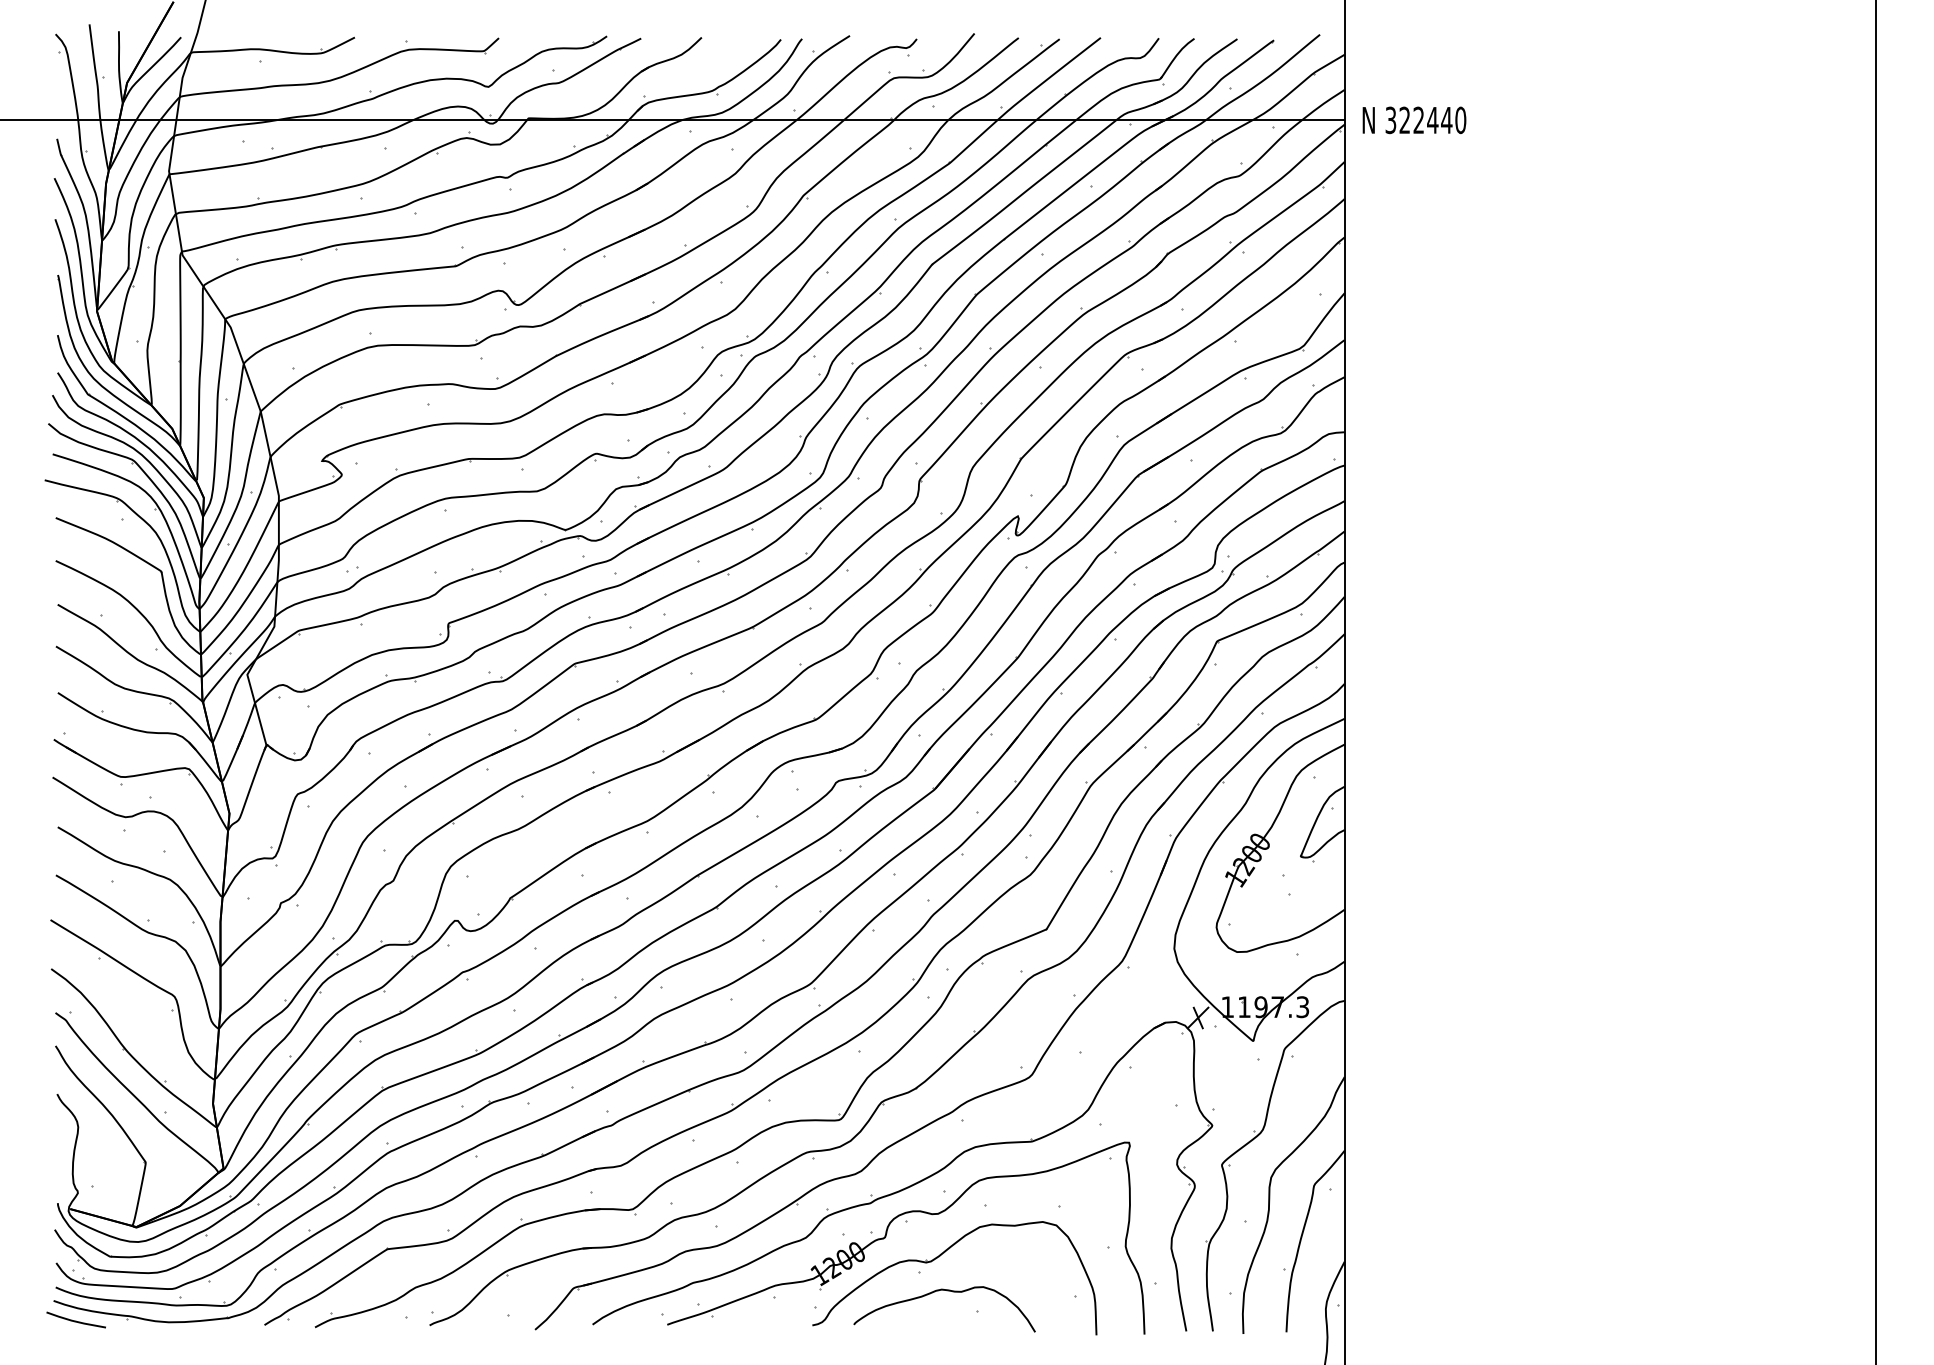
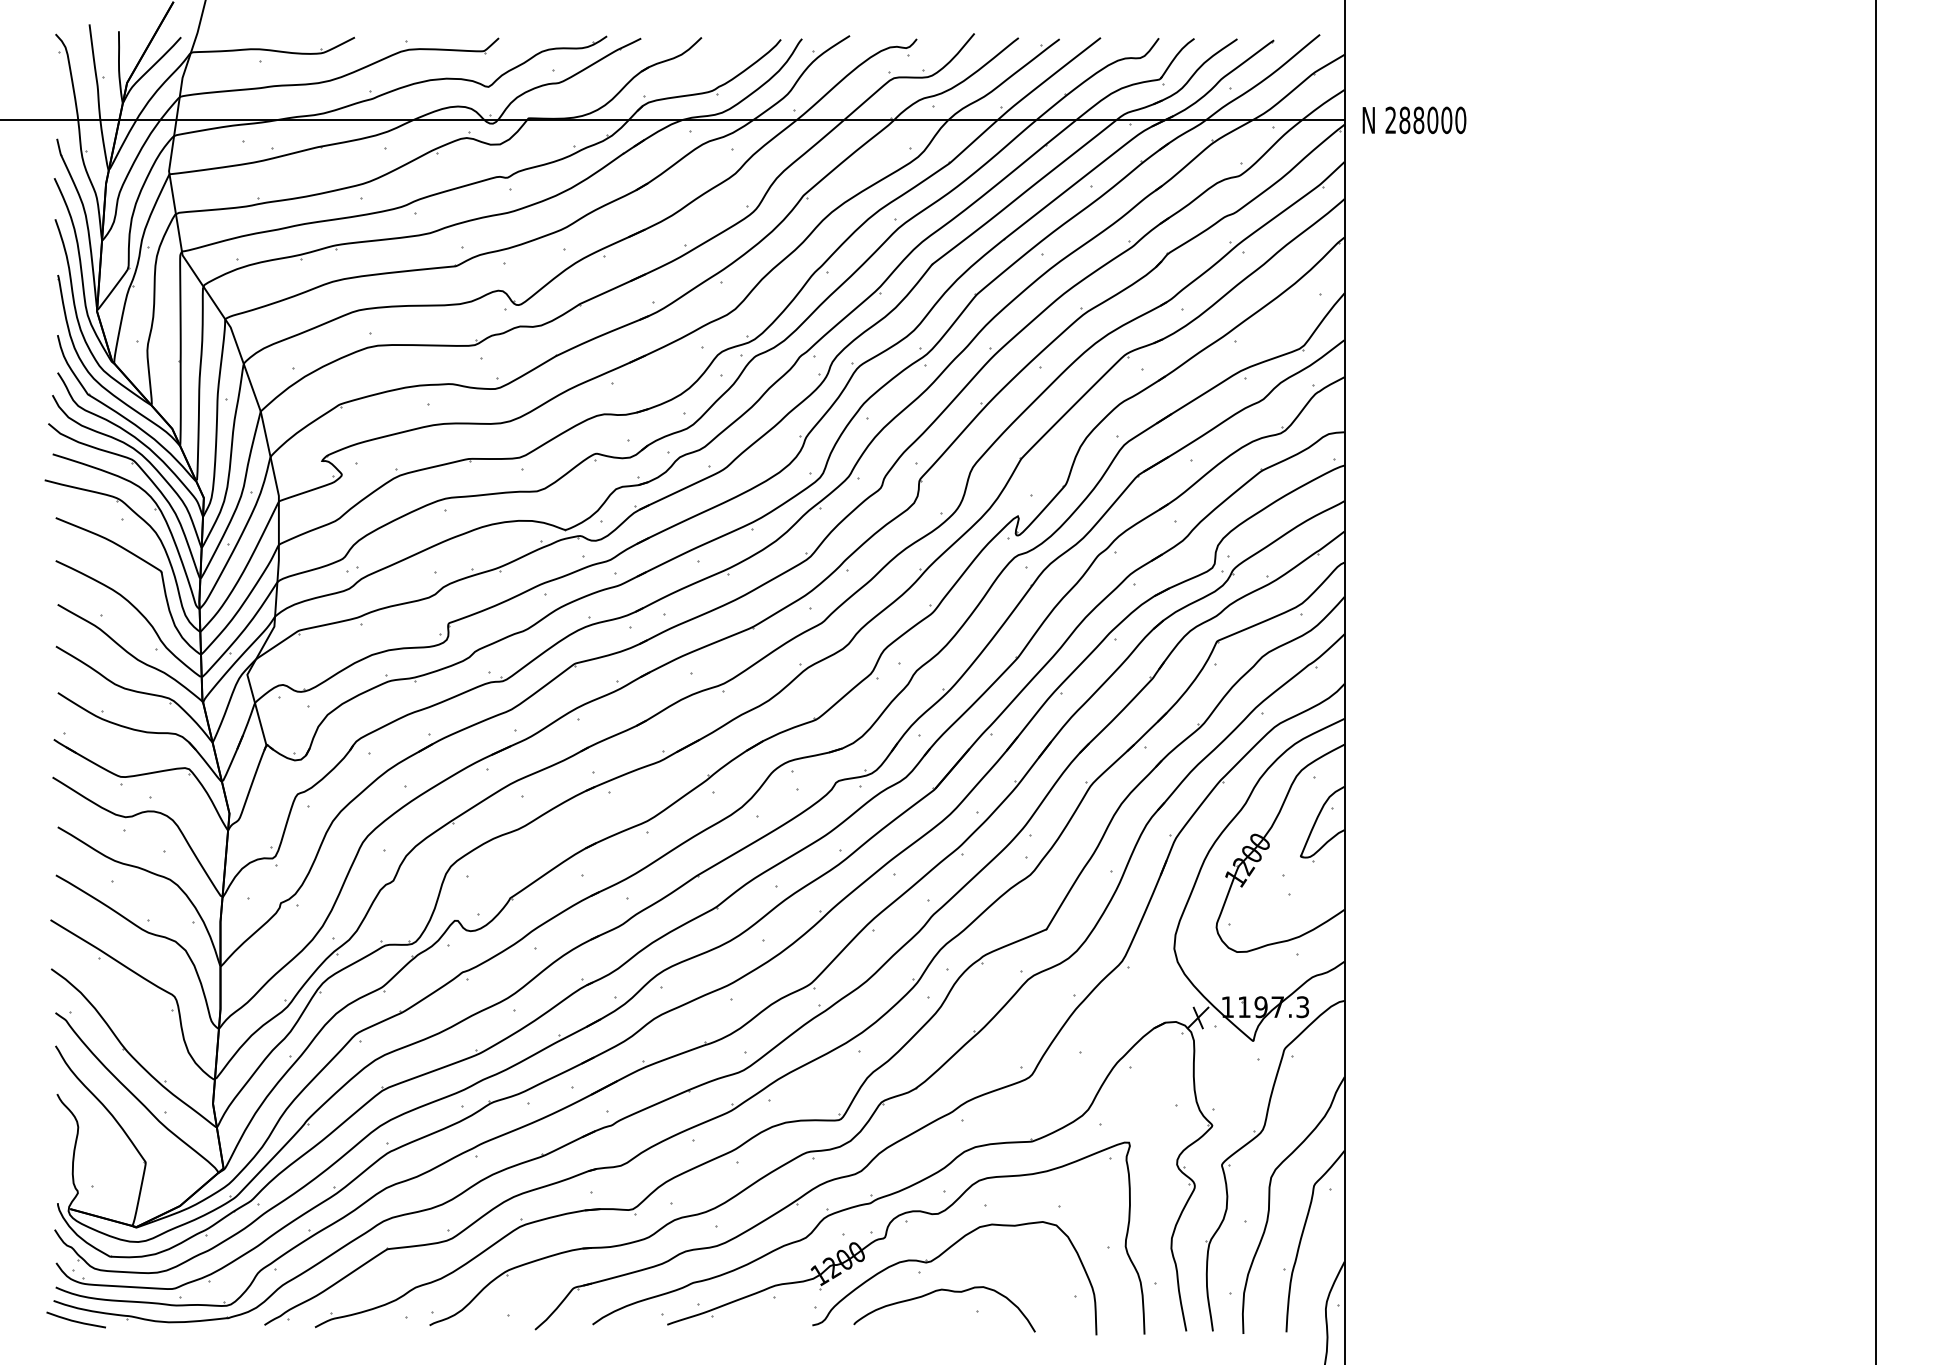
text at (1418, 120): 322440 -> 288000
